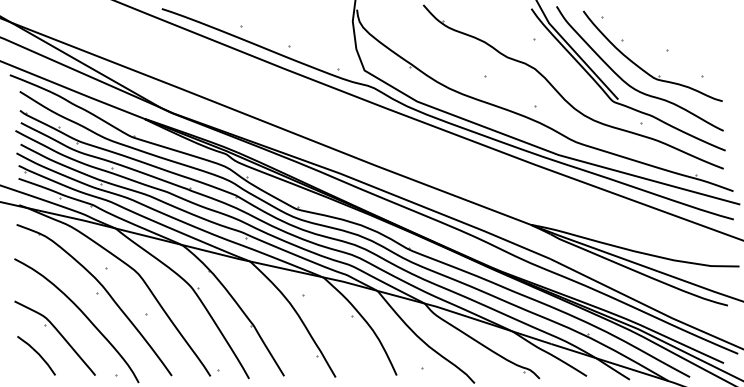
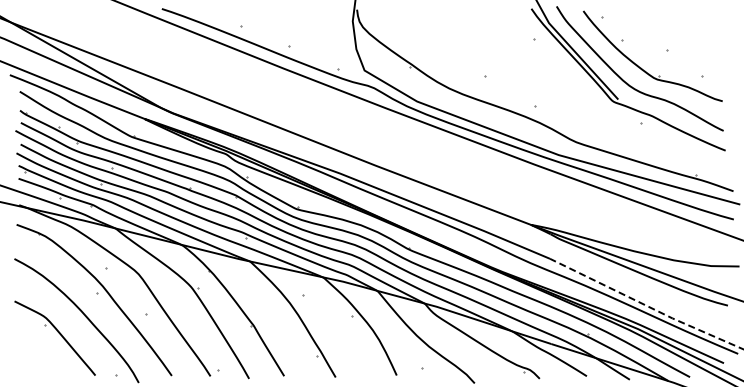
part at (563, 96): present -> none
line at (646, 305): solid -> dashed
line at (37, 354): present -> none
